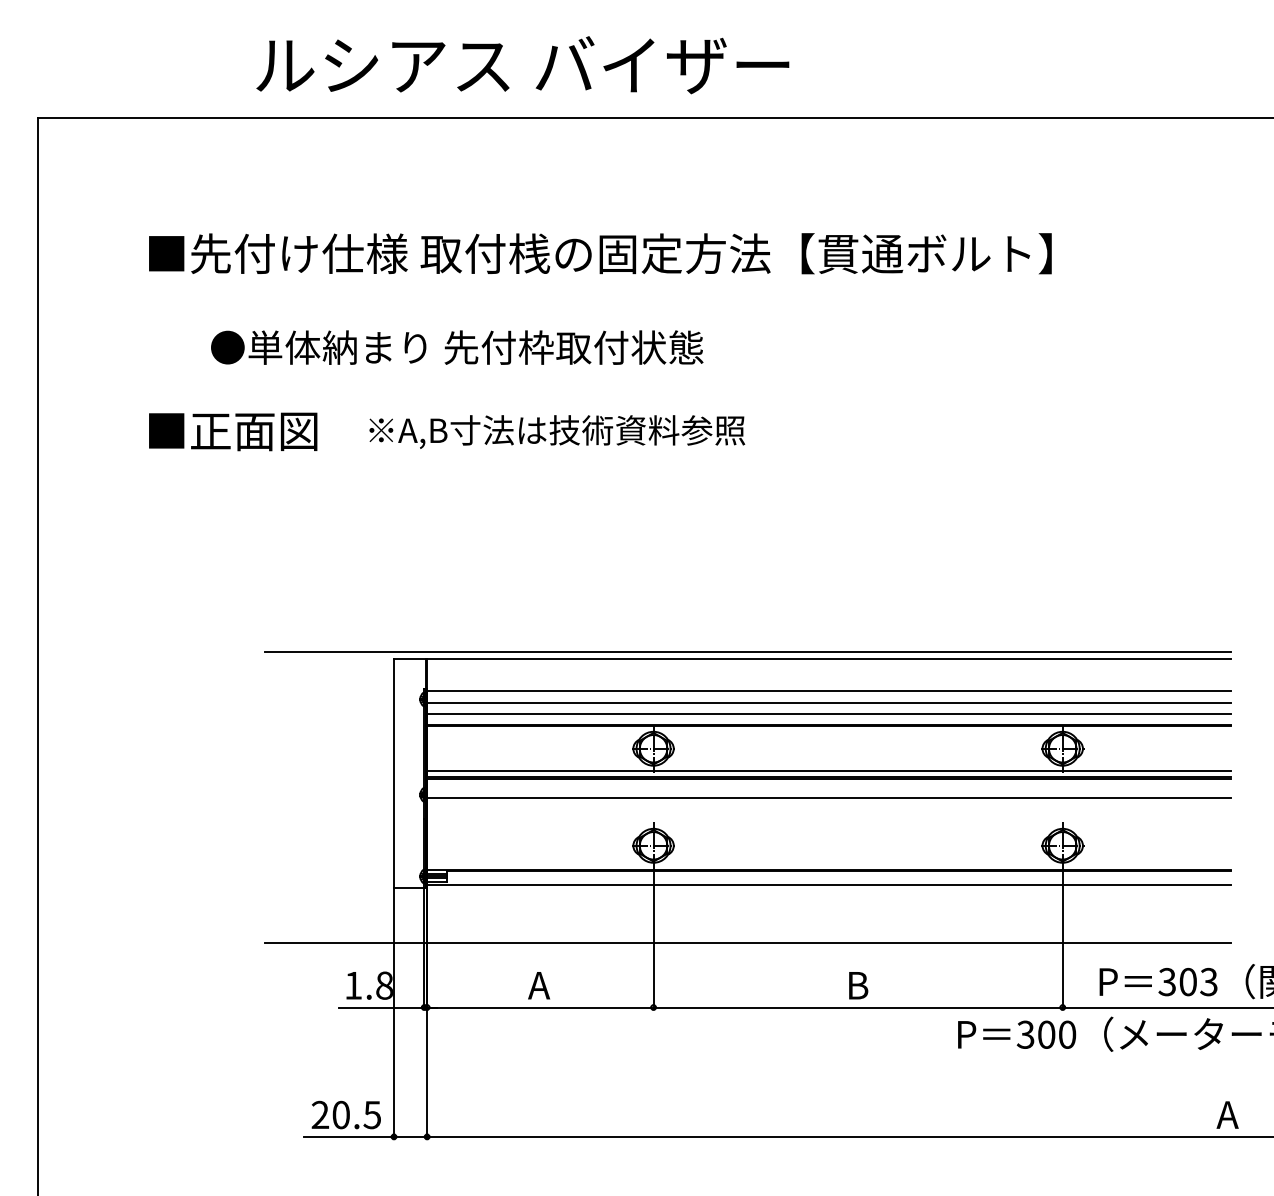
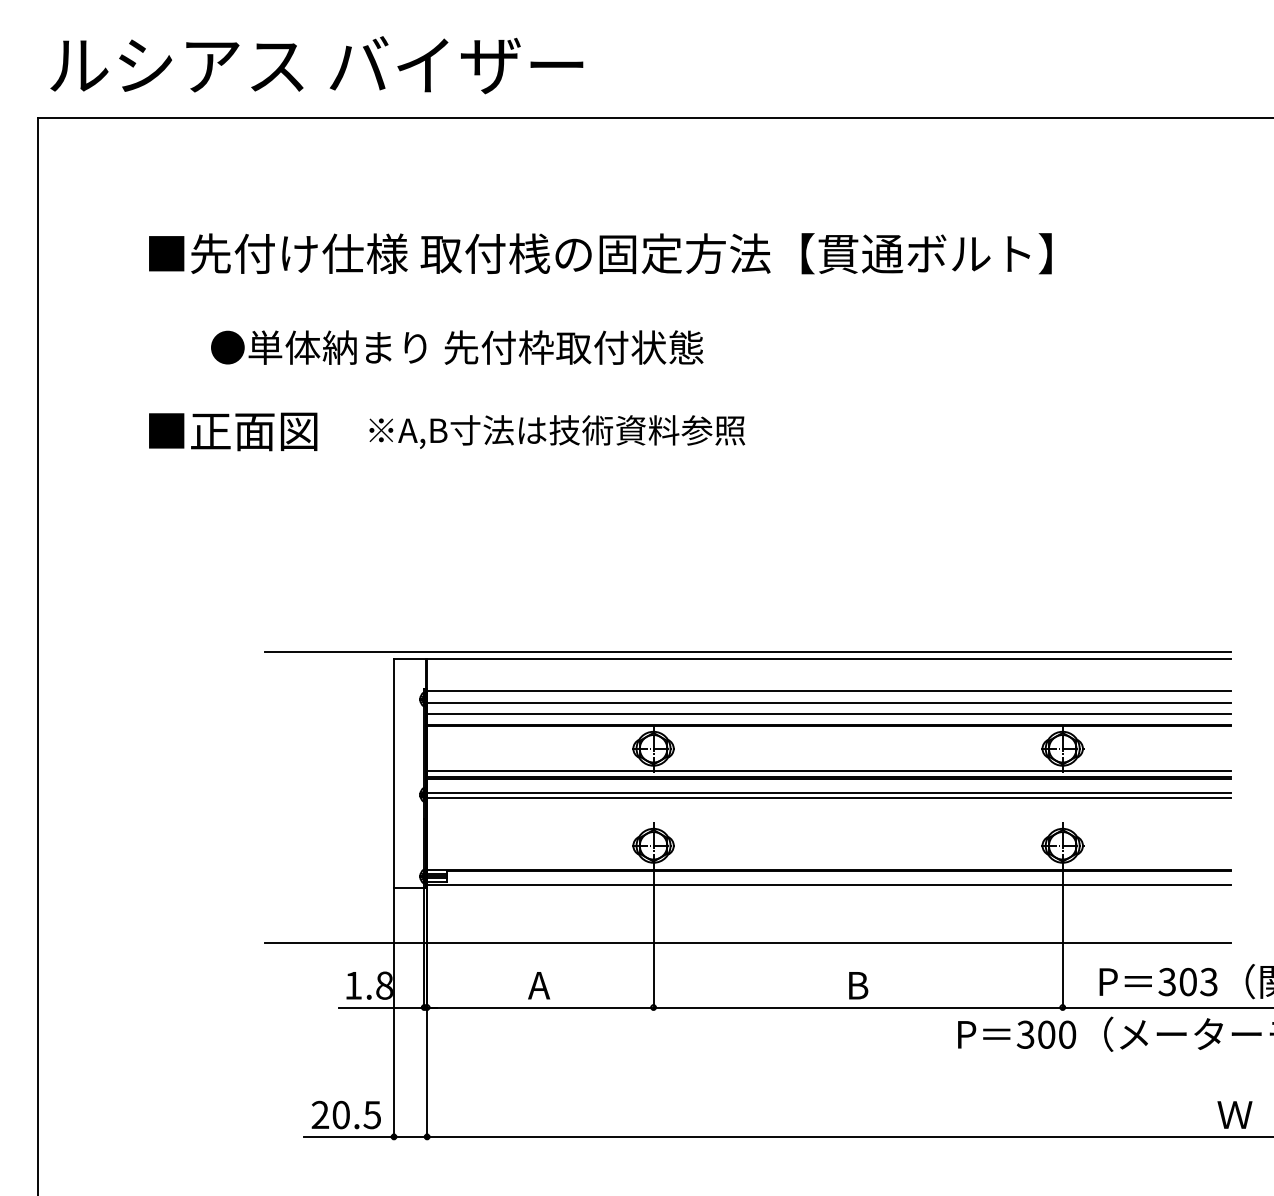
text at (522, 65) position: (522, 65) -> (316, 65)
line at (828, 793): none -> present
text at (1234, 1114): A -> Ｗ
